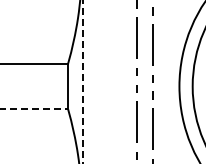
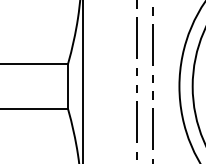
line at (83, 82): dashed -> solid
line at (34, 109): dashed -> solid
